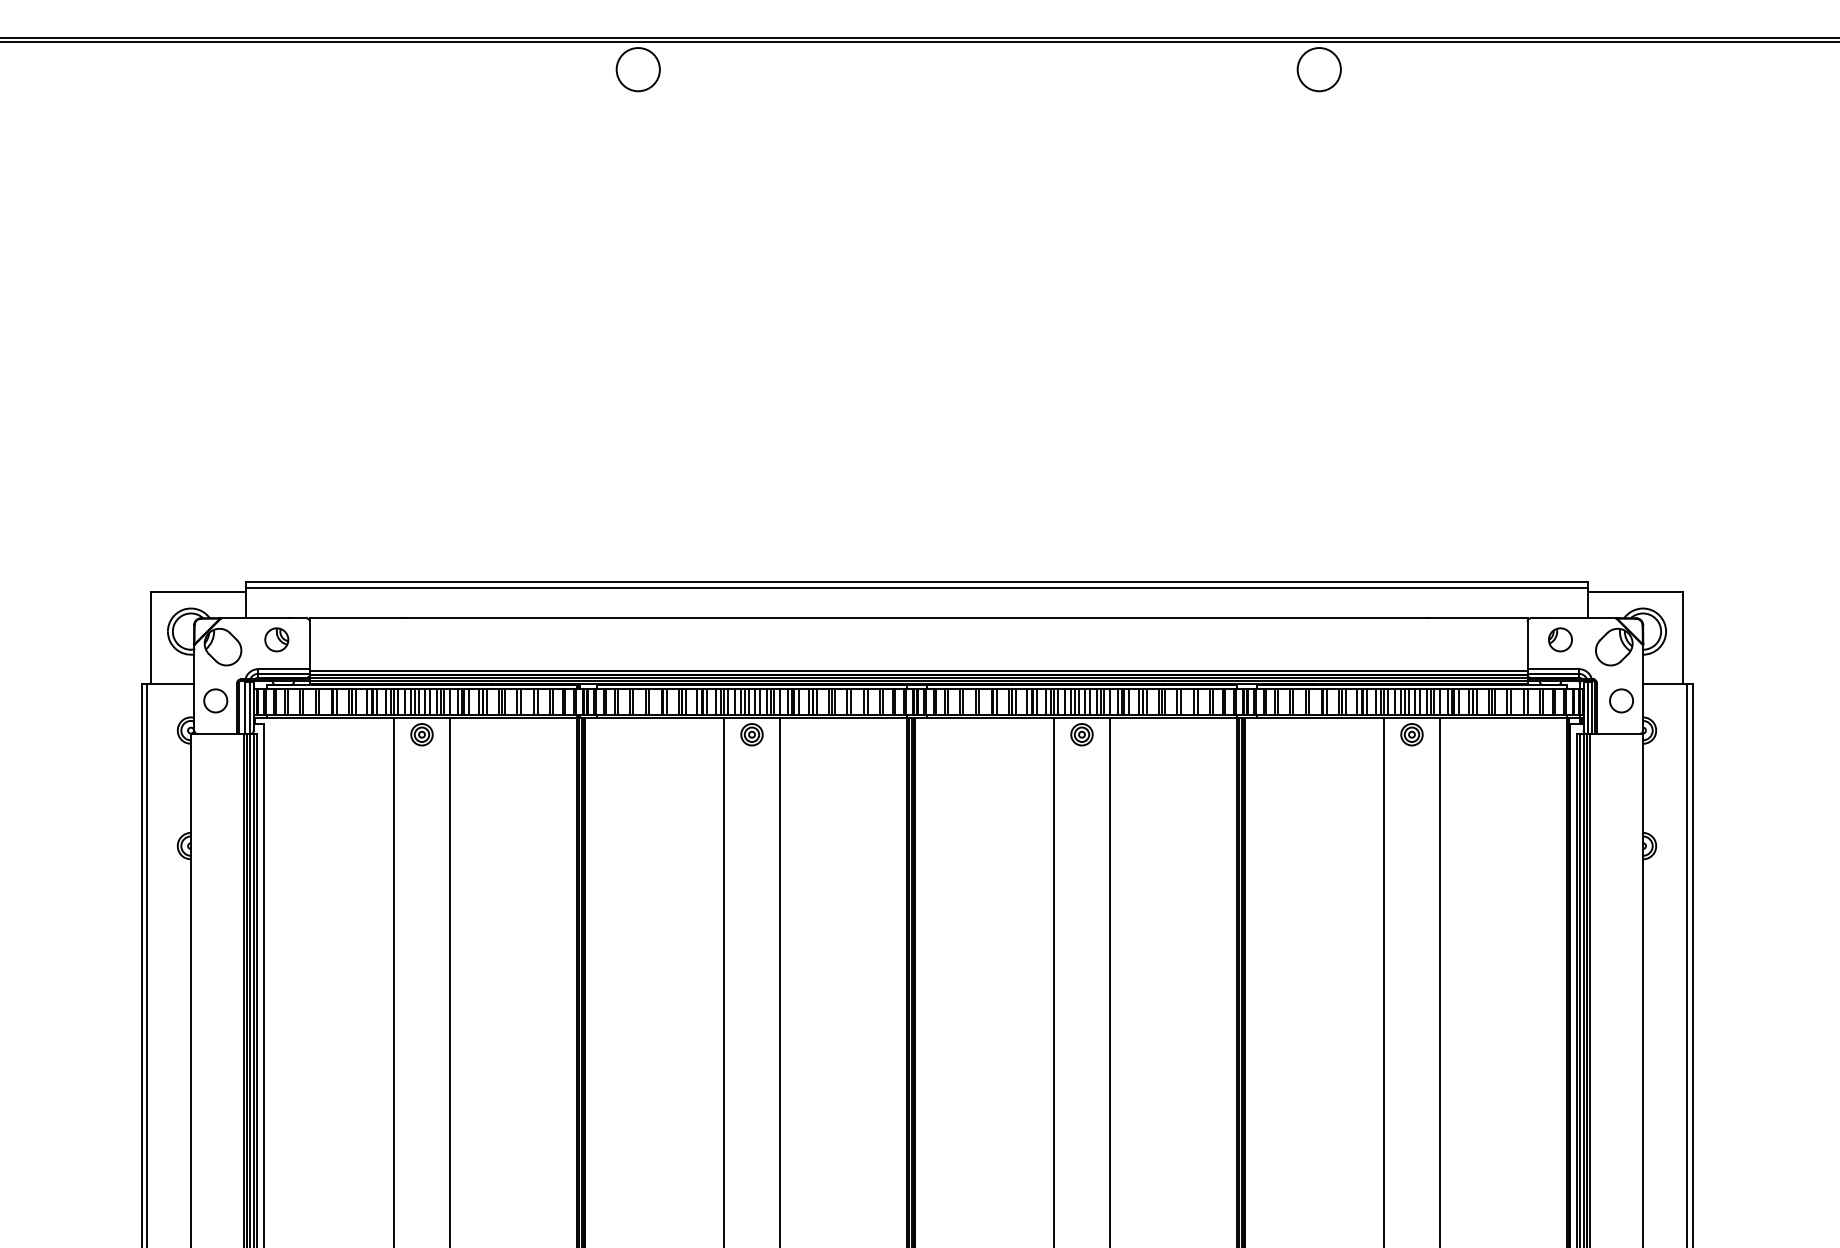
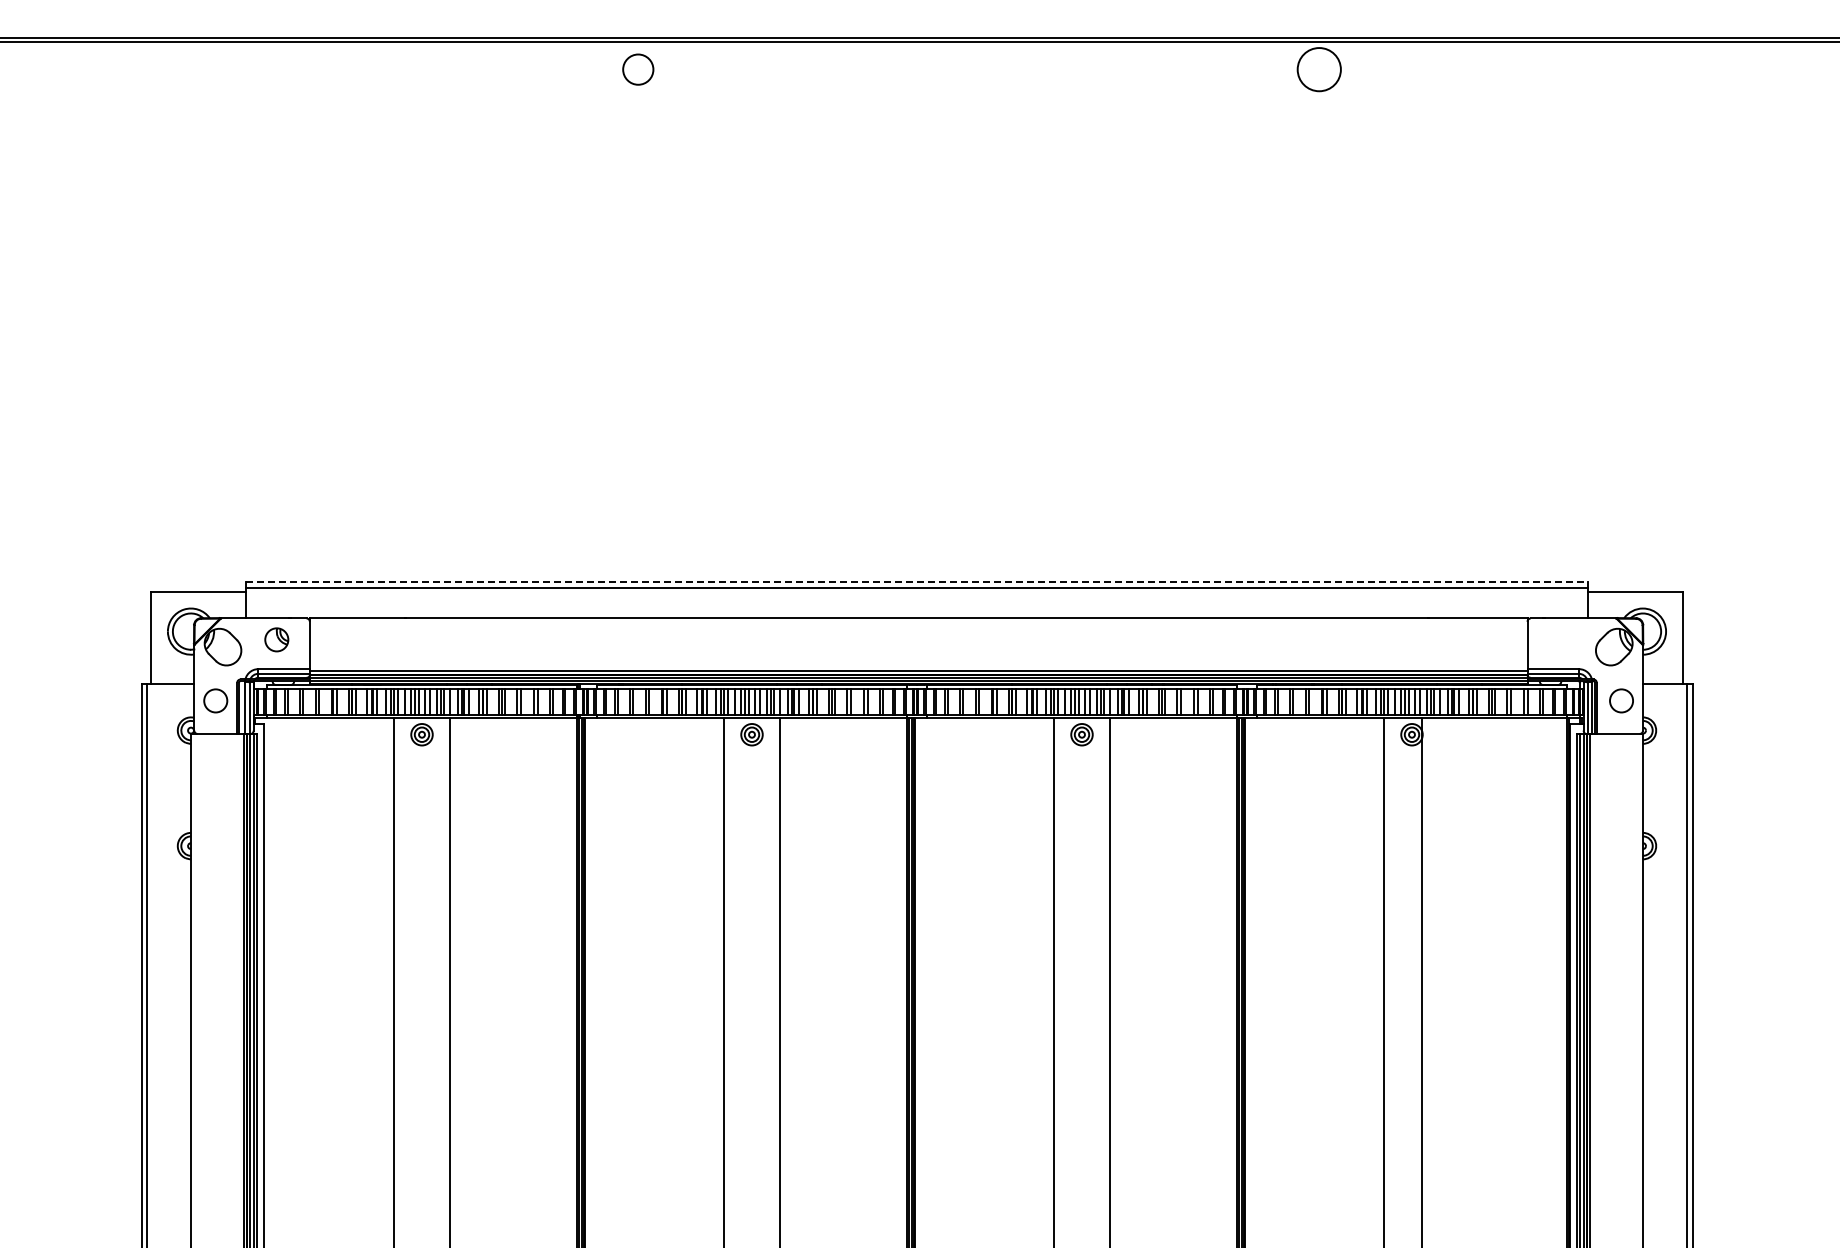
circle at (637, 69) diameter: 43 px -> 30 px
line at (917, 582): solid -> dashed
part at (1560, 639): present -> none
line at (1440, 981) position: (1440, 981) -> (1422, 981)
